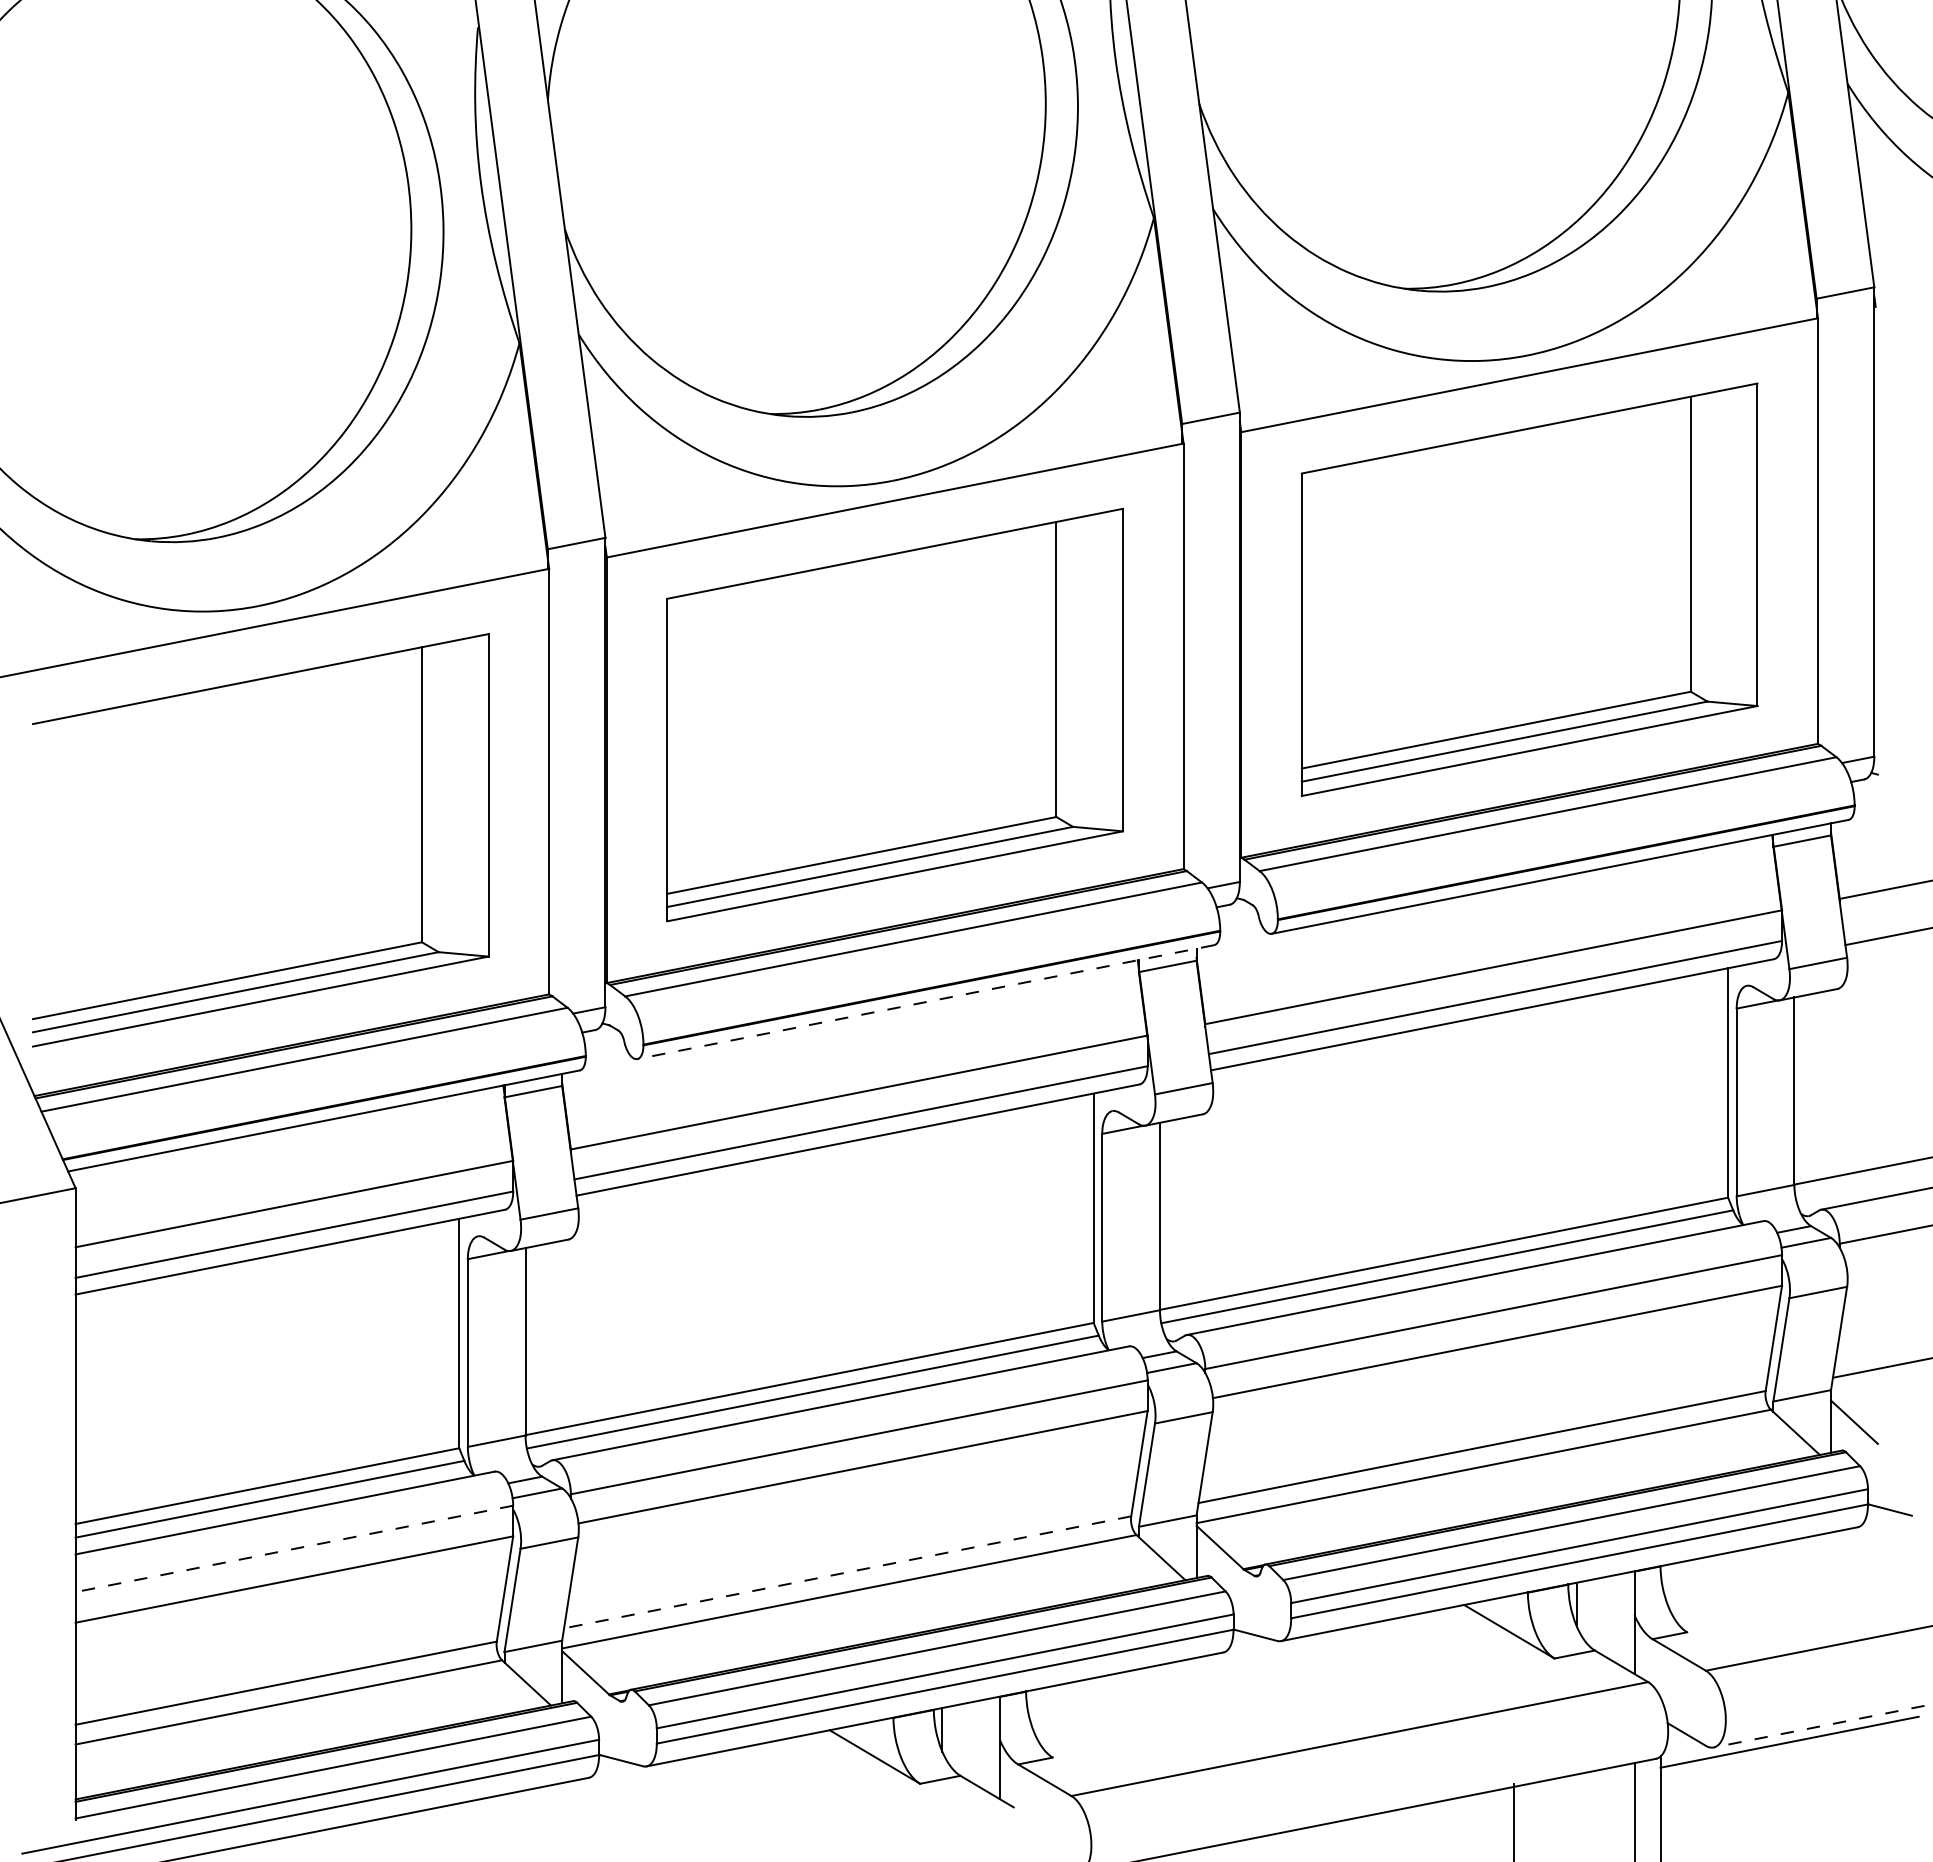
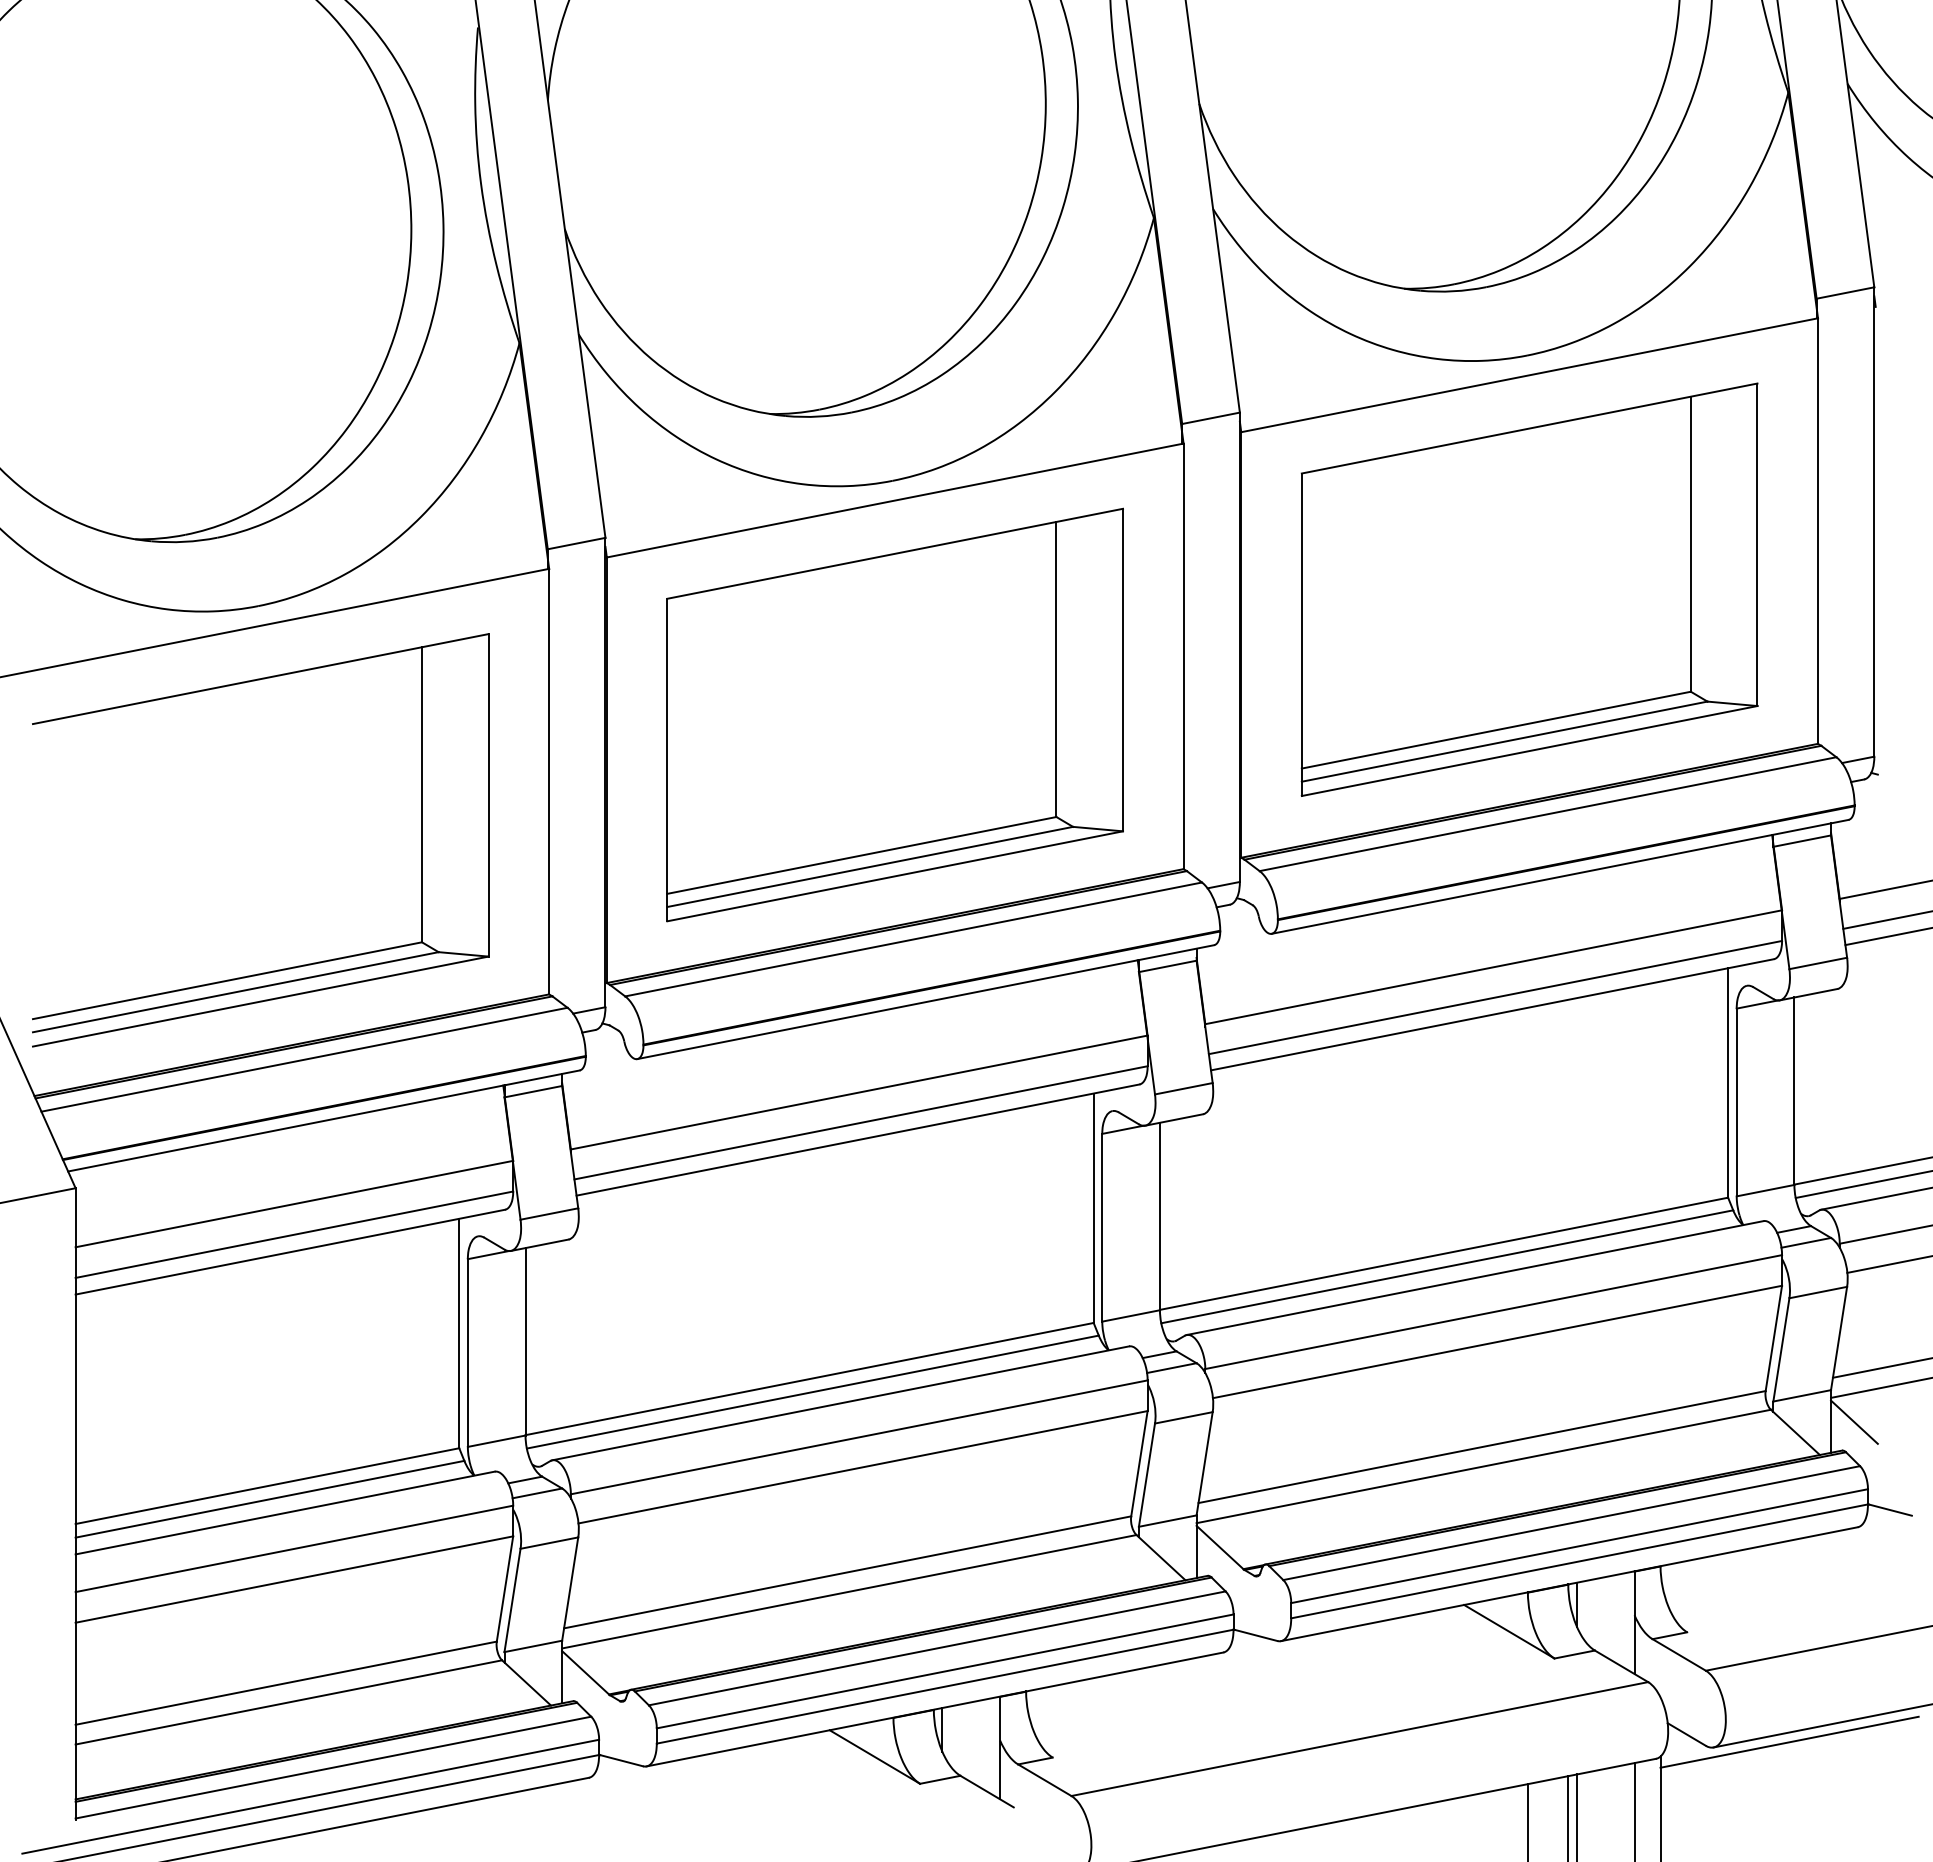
line at (1886, 919): none -> present
line at (925, 1002): dashed -> solid
line at (1862, 1184): none -> present
line at (1888, 1264): none -> present
line at (1880, 1387): none -> present
line at (293, 1548): dashed -> solid
line at (847, 1572): dashed -> solid
line at (1822, 1725): dashed -> solid
line at (1576, 1816): none -> present
line at (1568, 1817): none -> present
line at (1513, 1821) position: (1513, 1821) -> (1527, 1821)
